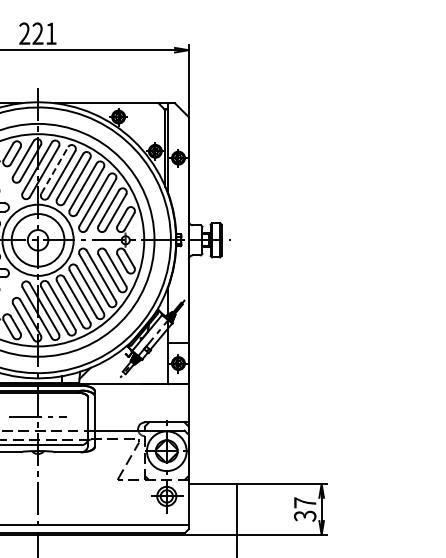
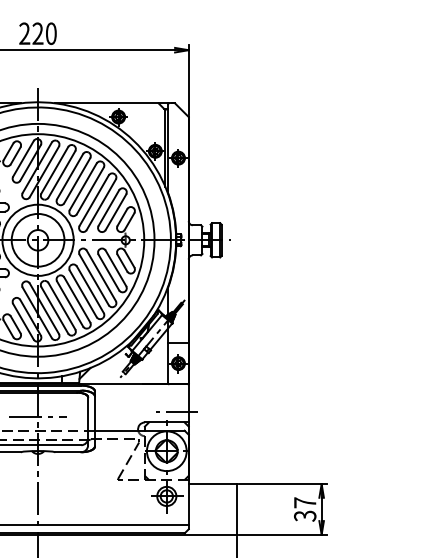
text at (51, 33): 221 -> 220
line at (54, 170): dashed -> solid
line at (177, 411): none -> present
